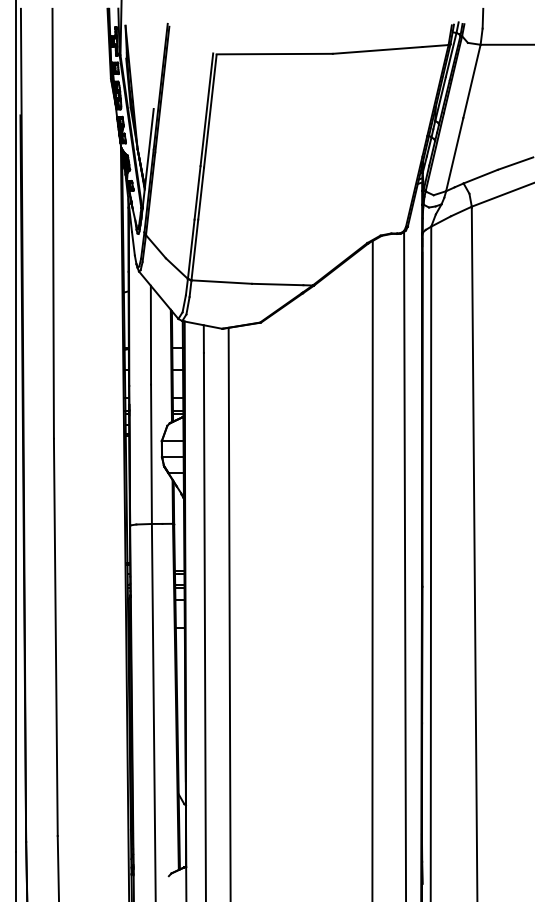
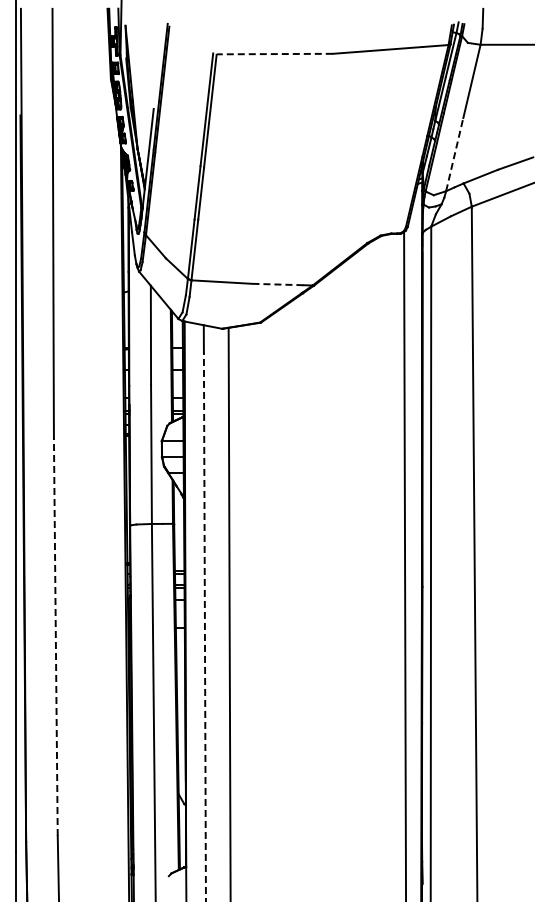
line at (274, 54): solid -> dashed
line at (454, 154): solid -> dashed
line at (277, 284): solid -> dashed
line at (372, 569): present -> none
line at (204, 626): solid -> dashed
line at (55, 637): solid -> dashed
